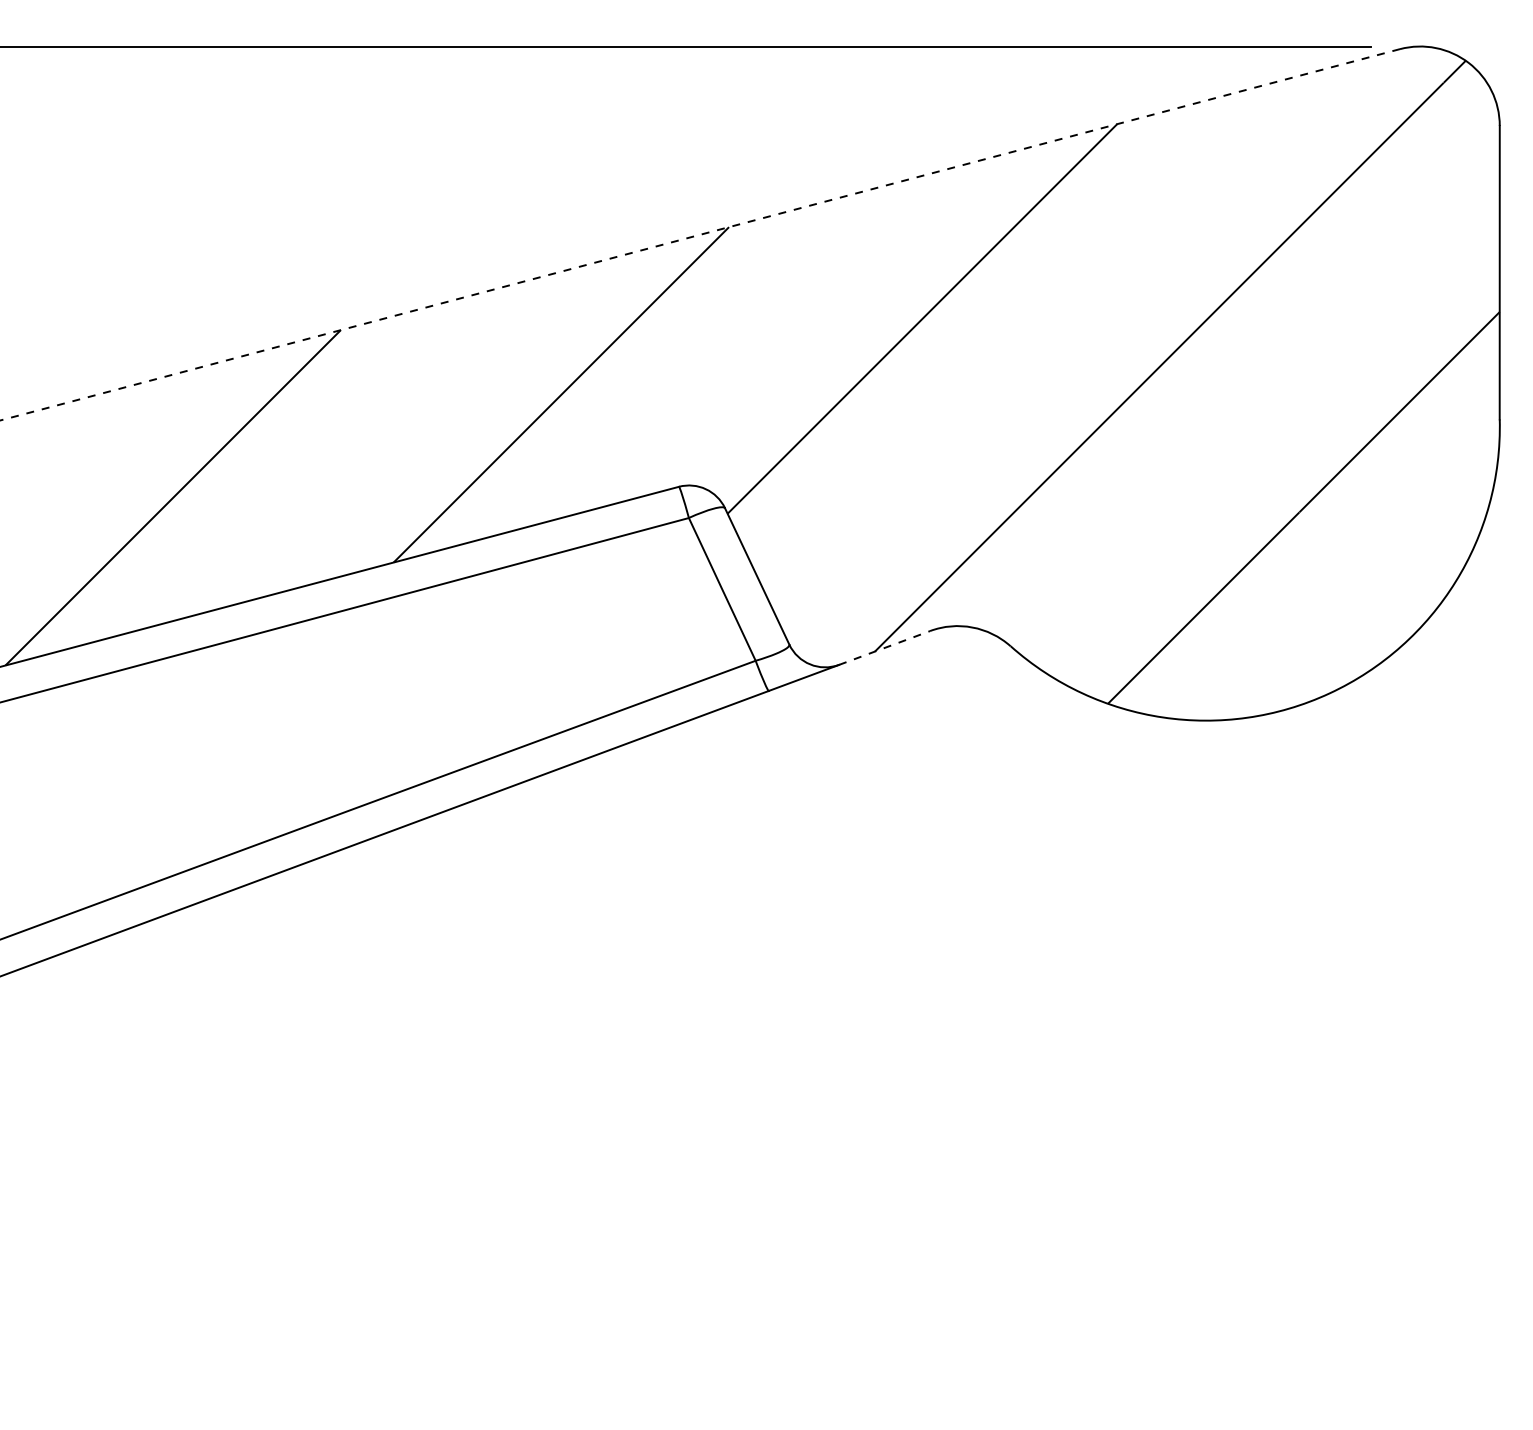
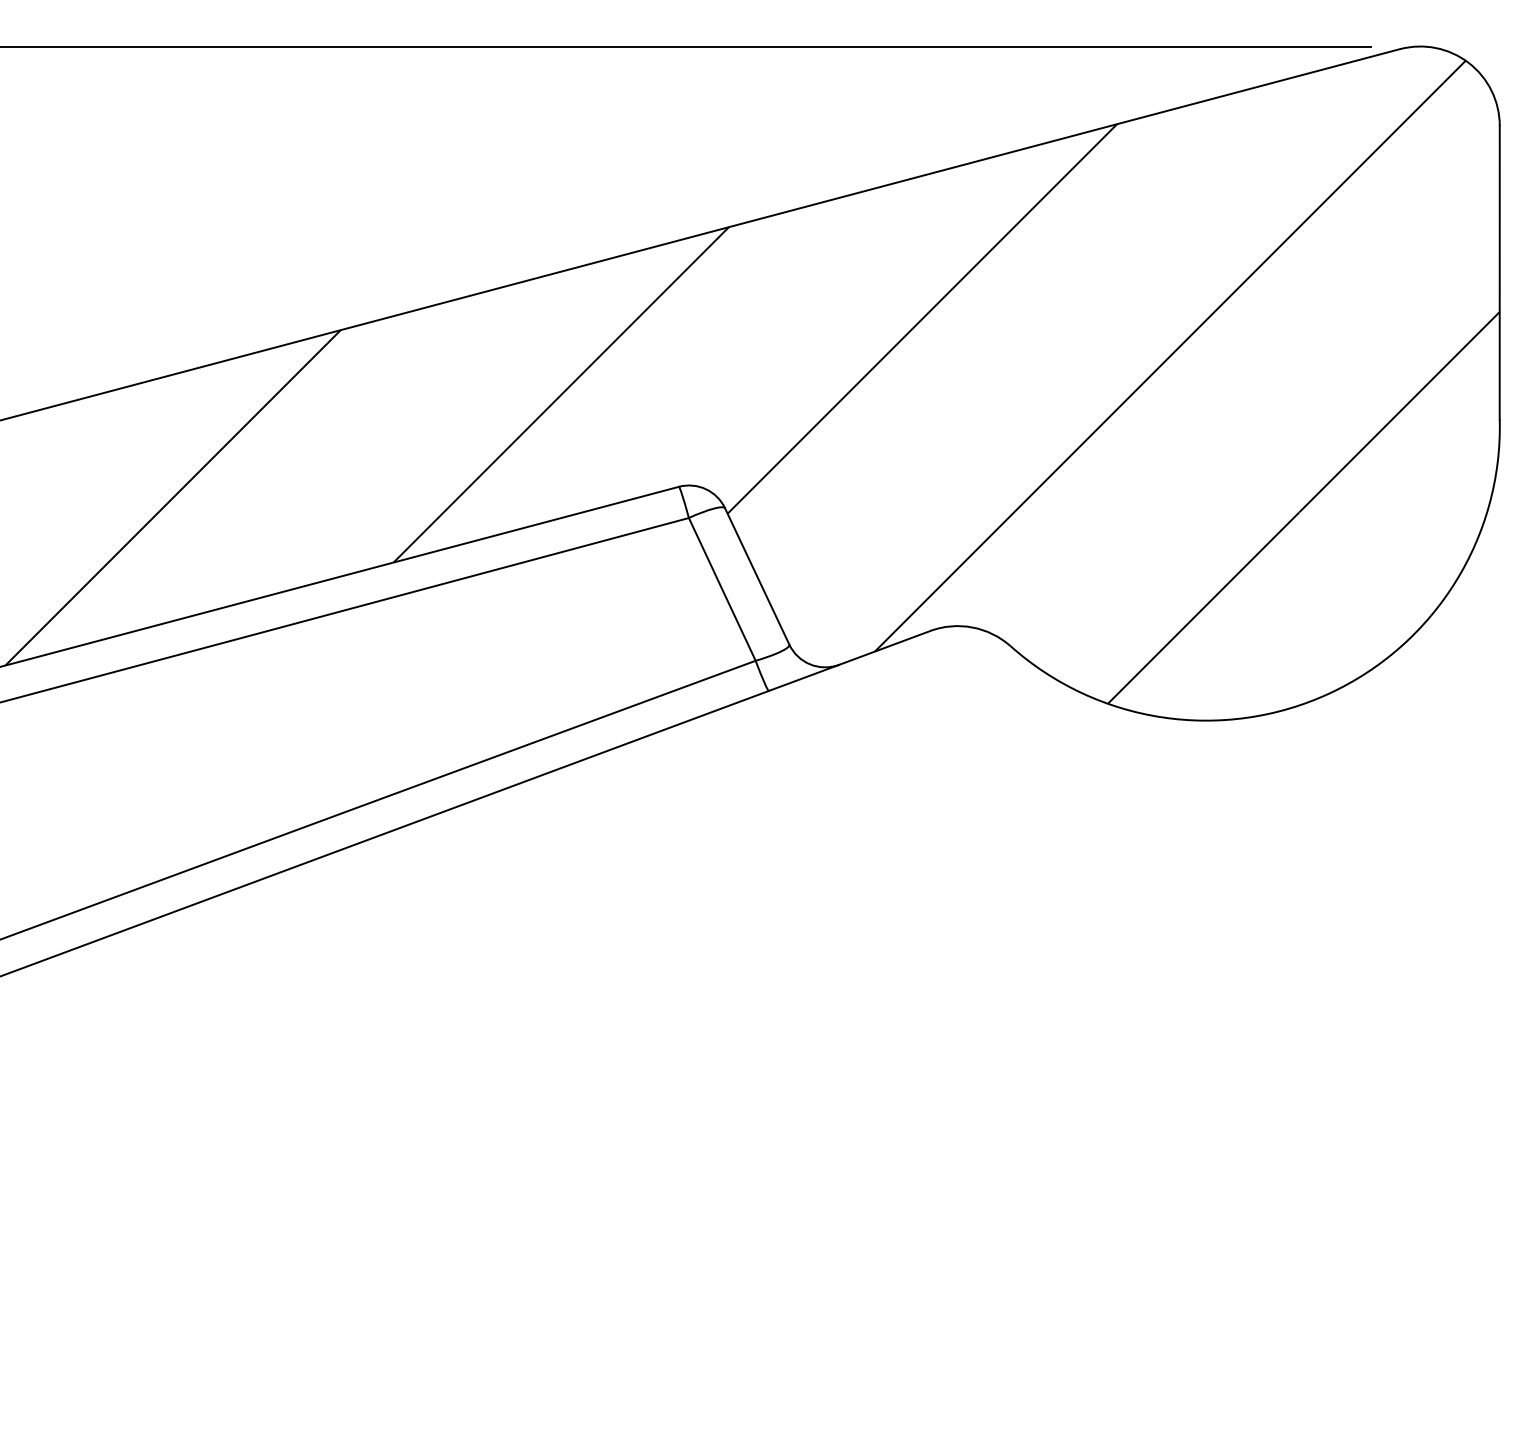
line at (700, 234): dashed -> solid
line at (884, 648): dashed -> solid
